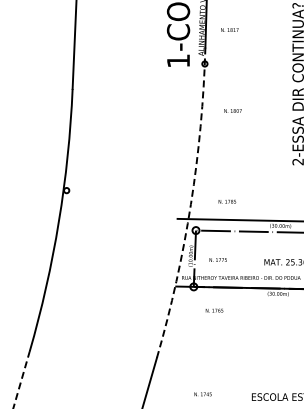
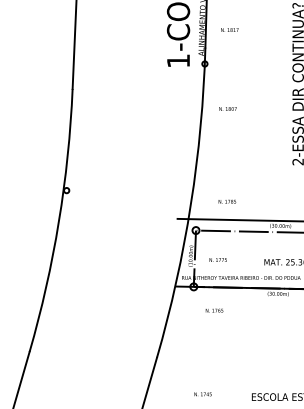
text at (232, 110) position: (232, 110) -> (227, 108)
arc at (190, 204): dashed -> solid
line at (21, 379): dashed -> solid
